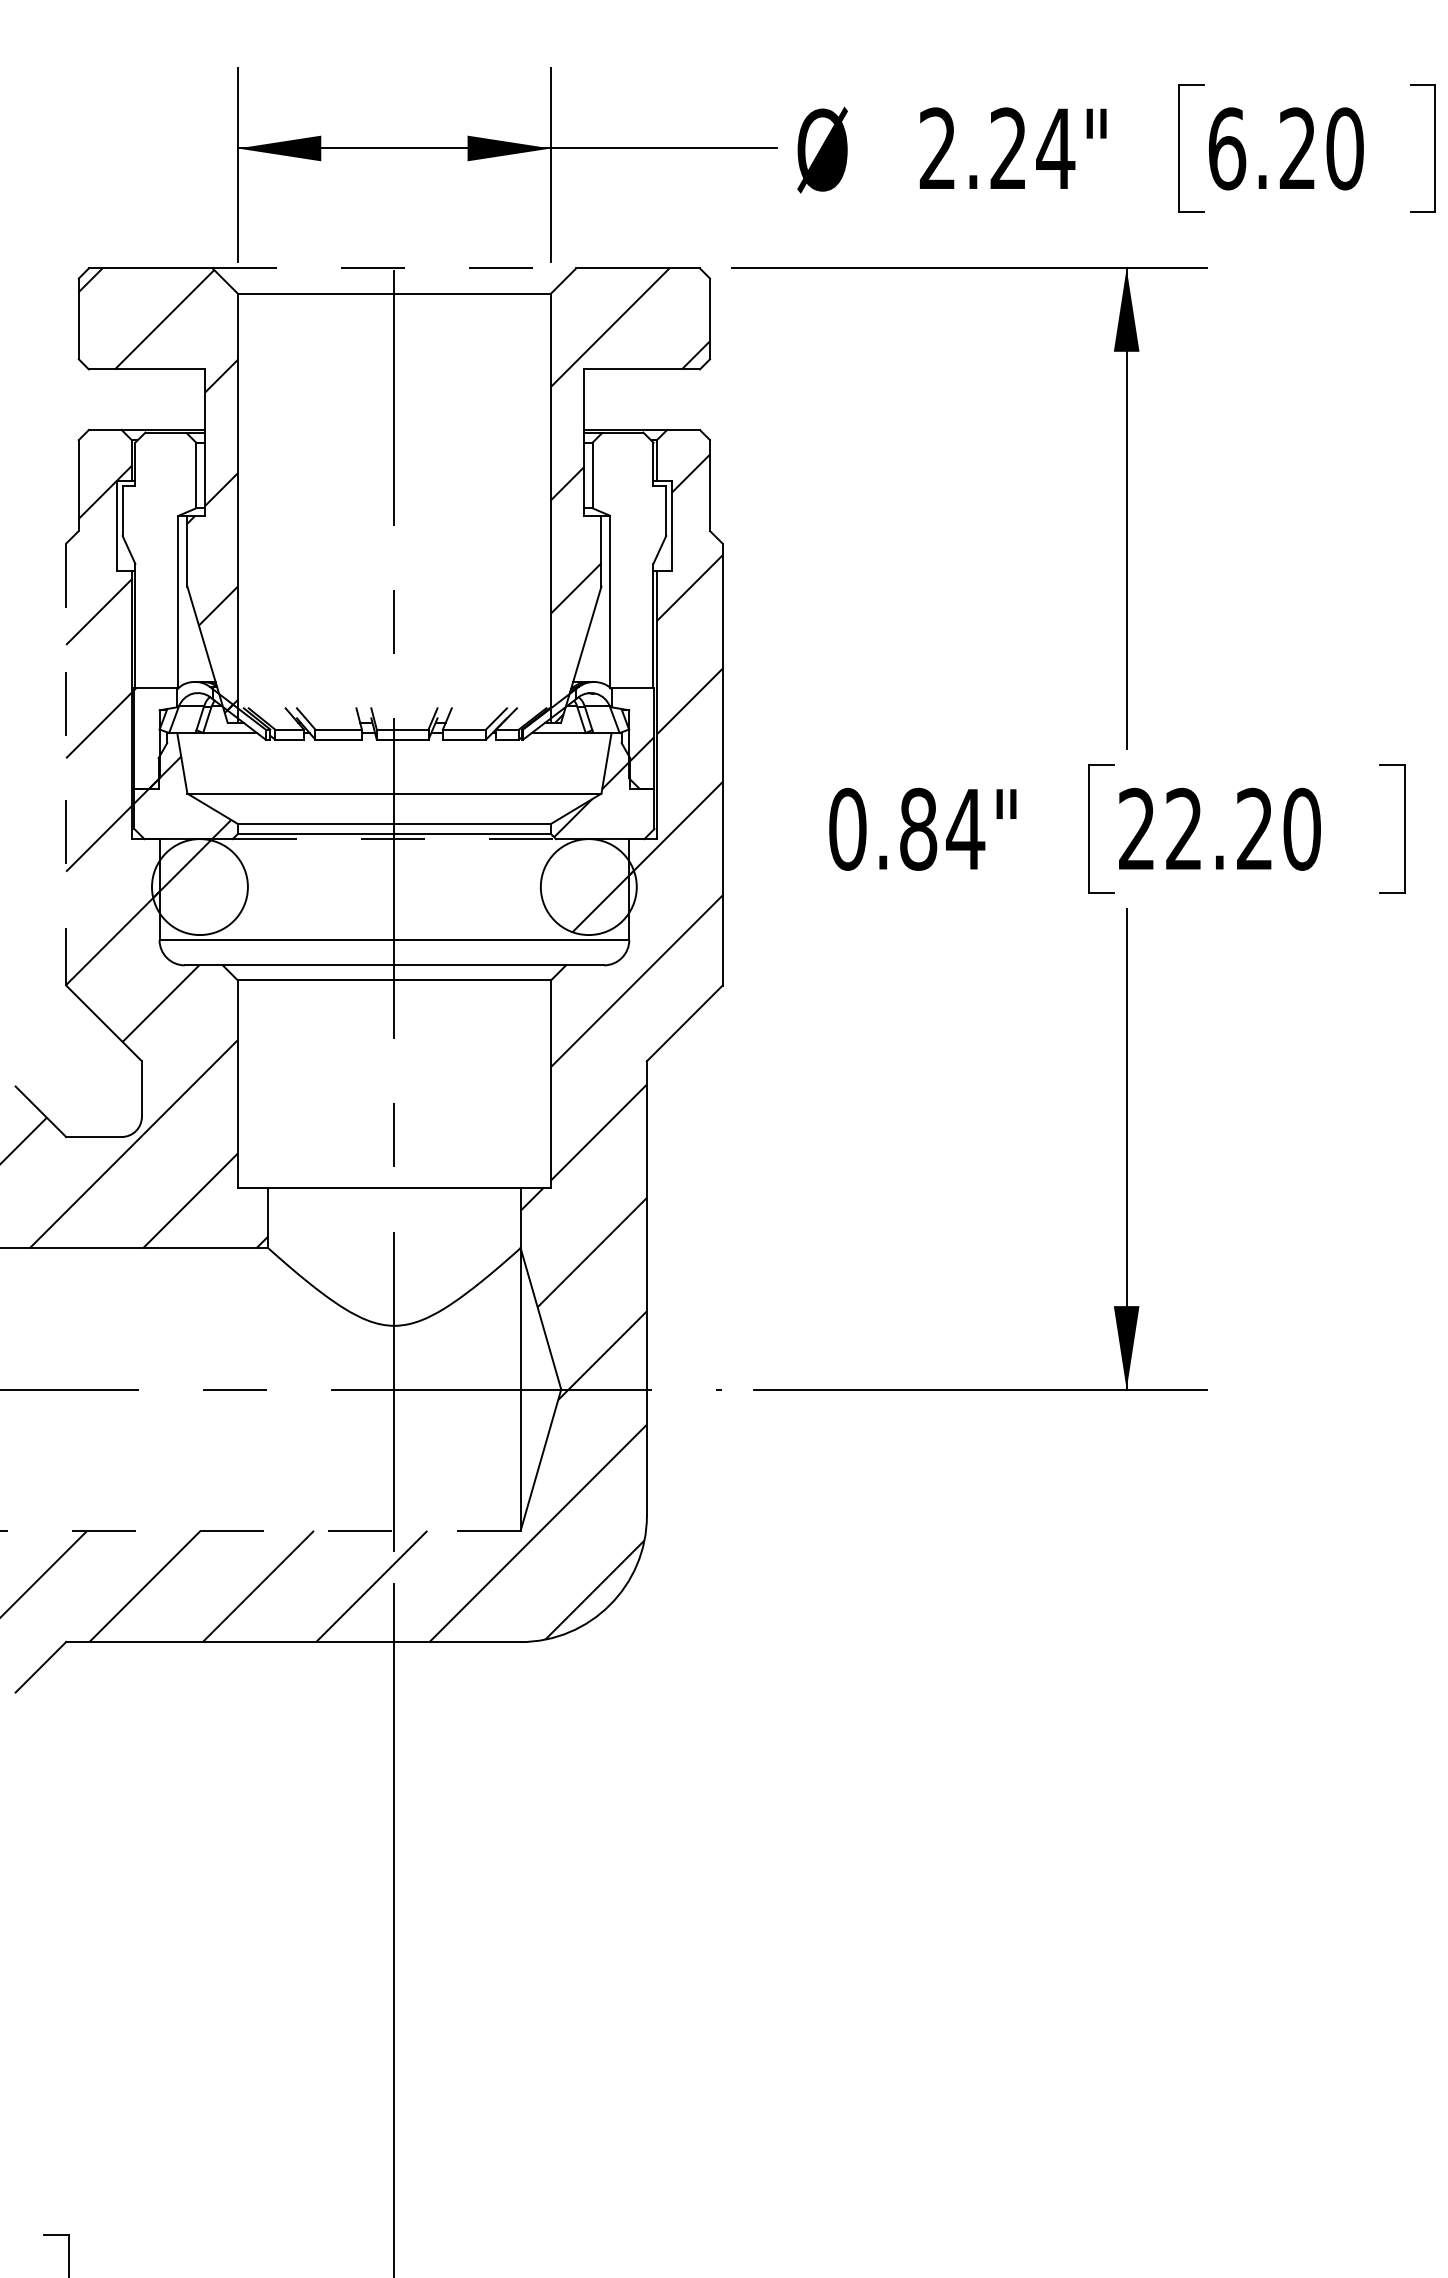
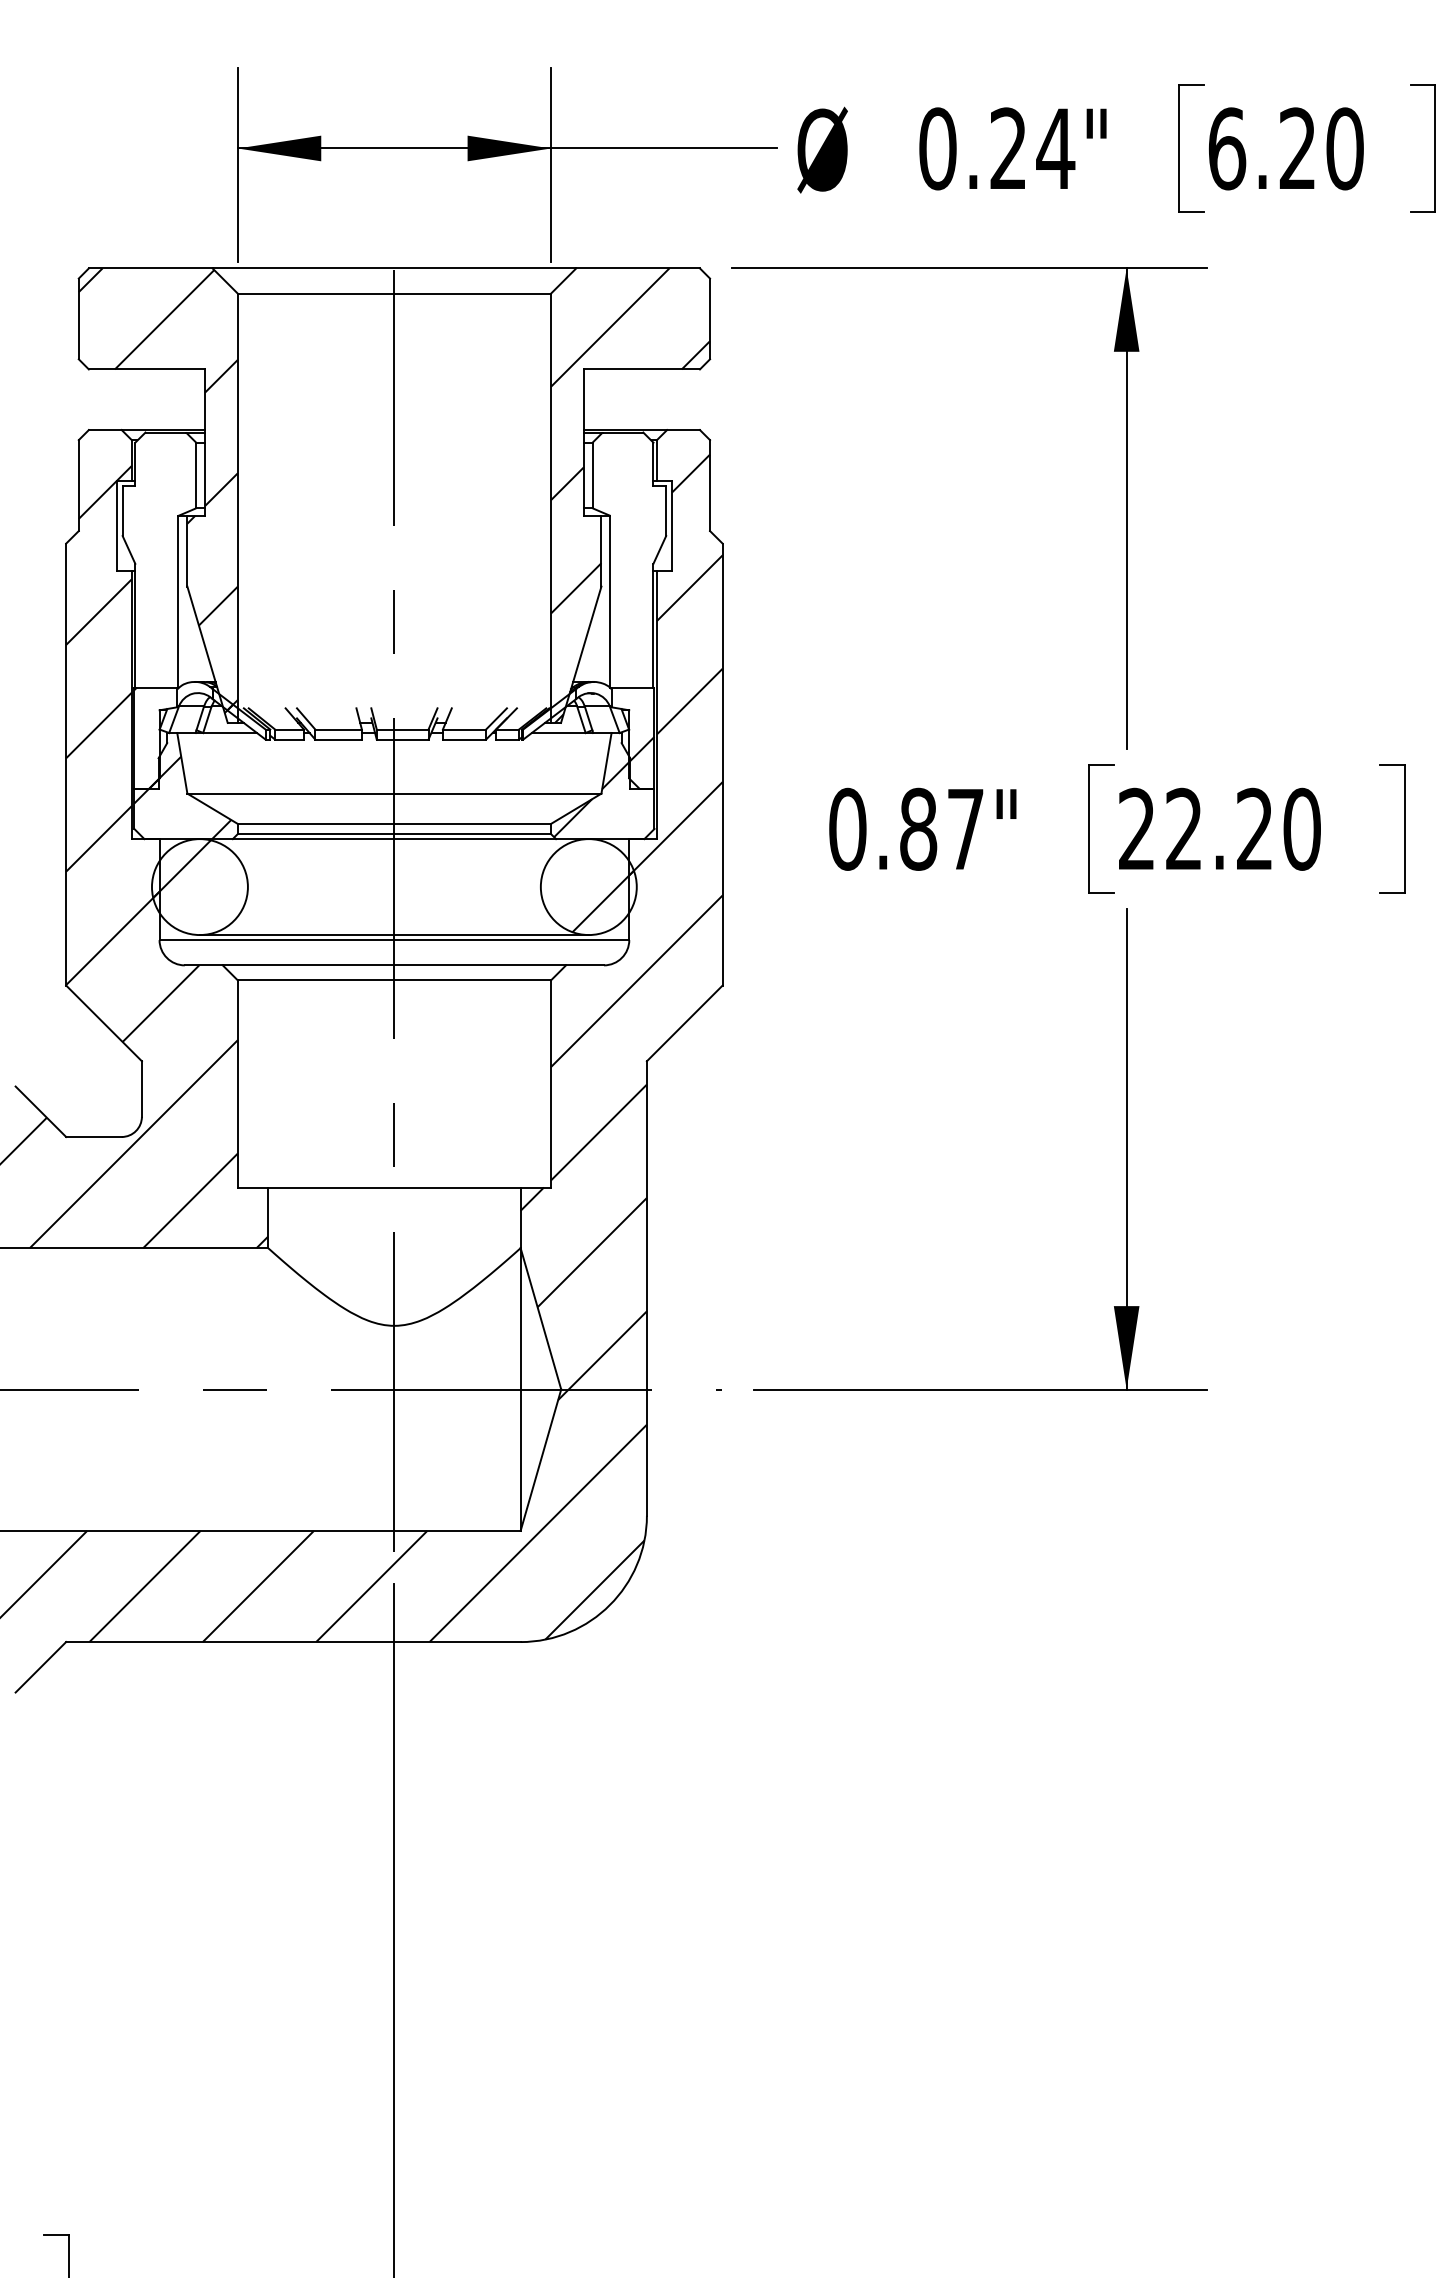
text at (937, 148): 2.24" -> 0.24"
line at (394, 268): dashed -> solid
line at (66, 764): dashed -> solid
text at (965, 829): 0.84" -> 0.87"
line at (394, 839): dashed -> solid
line at (393, 935): none -> present
line at (260, 1530): dashed -> solid
